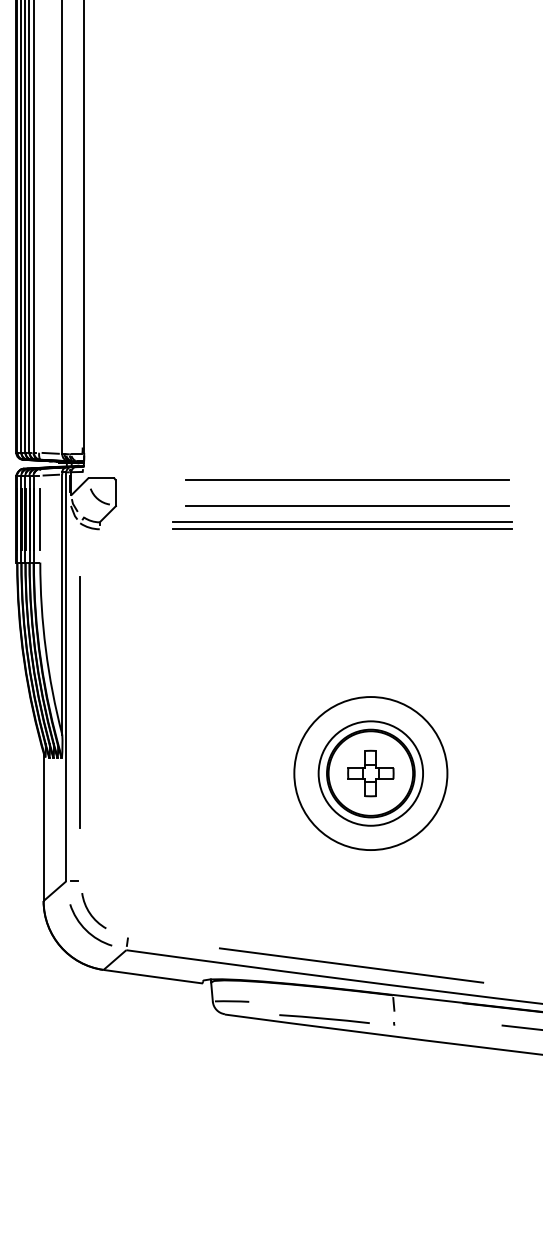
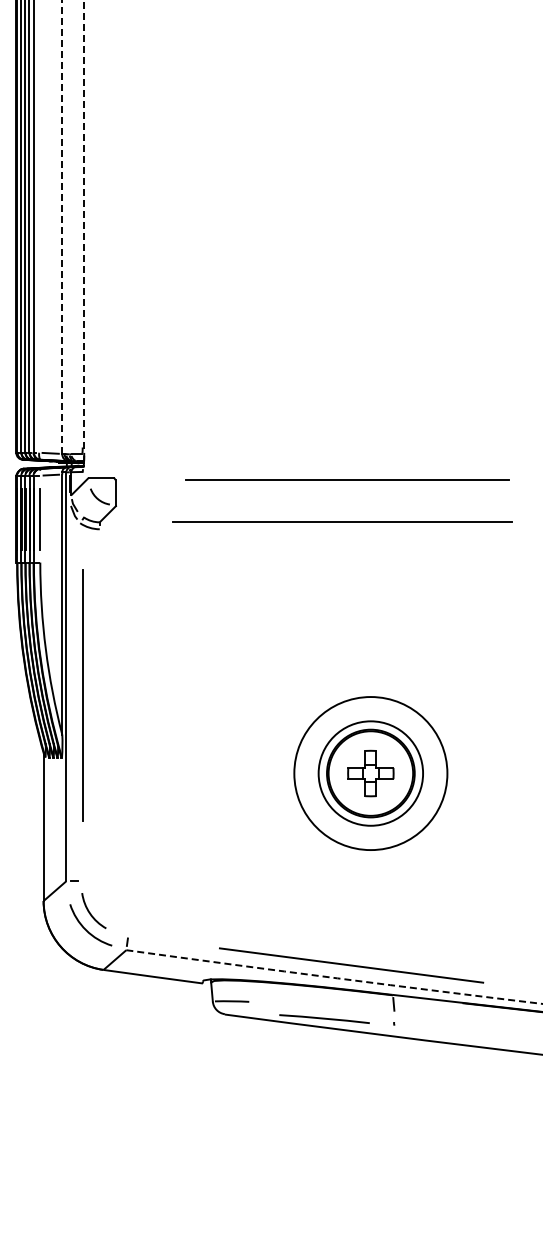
line at (84, 226): solid -> dashed
line at (62, 227): solid -> dashed
line at (347, 505): present -> none
line at (342, 529): present -> none
line at (79, 702) position: (79, 702) -> (82, 695)
arc at (335, 978): solid -> dashed
line at (520, 1027): present -> none
